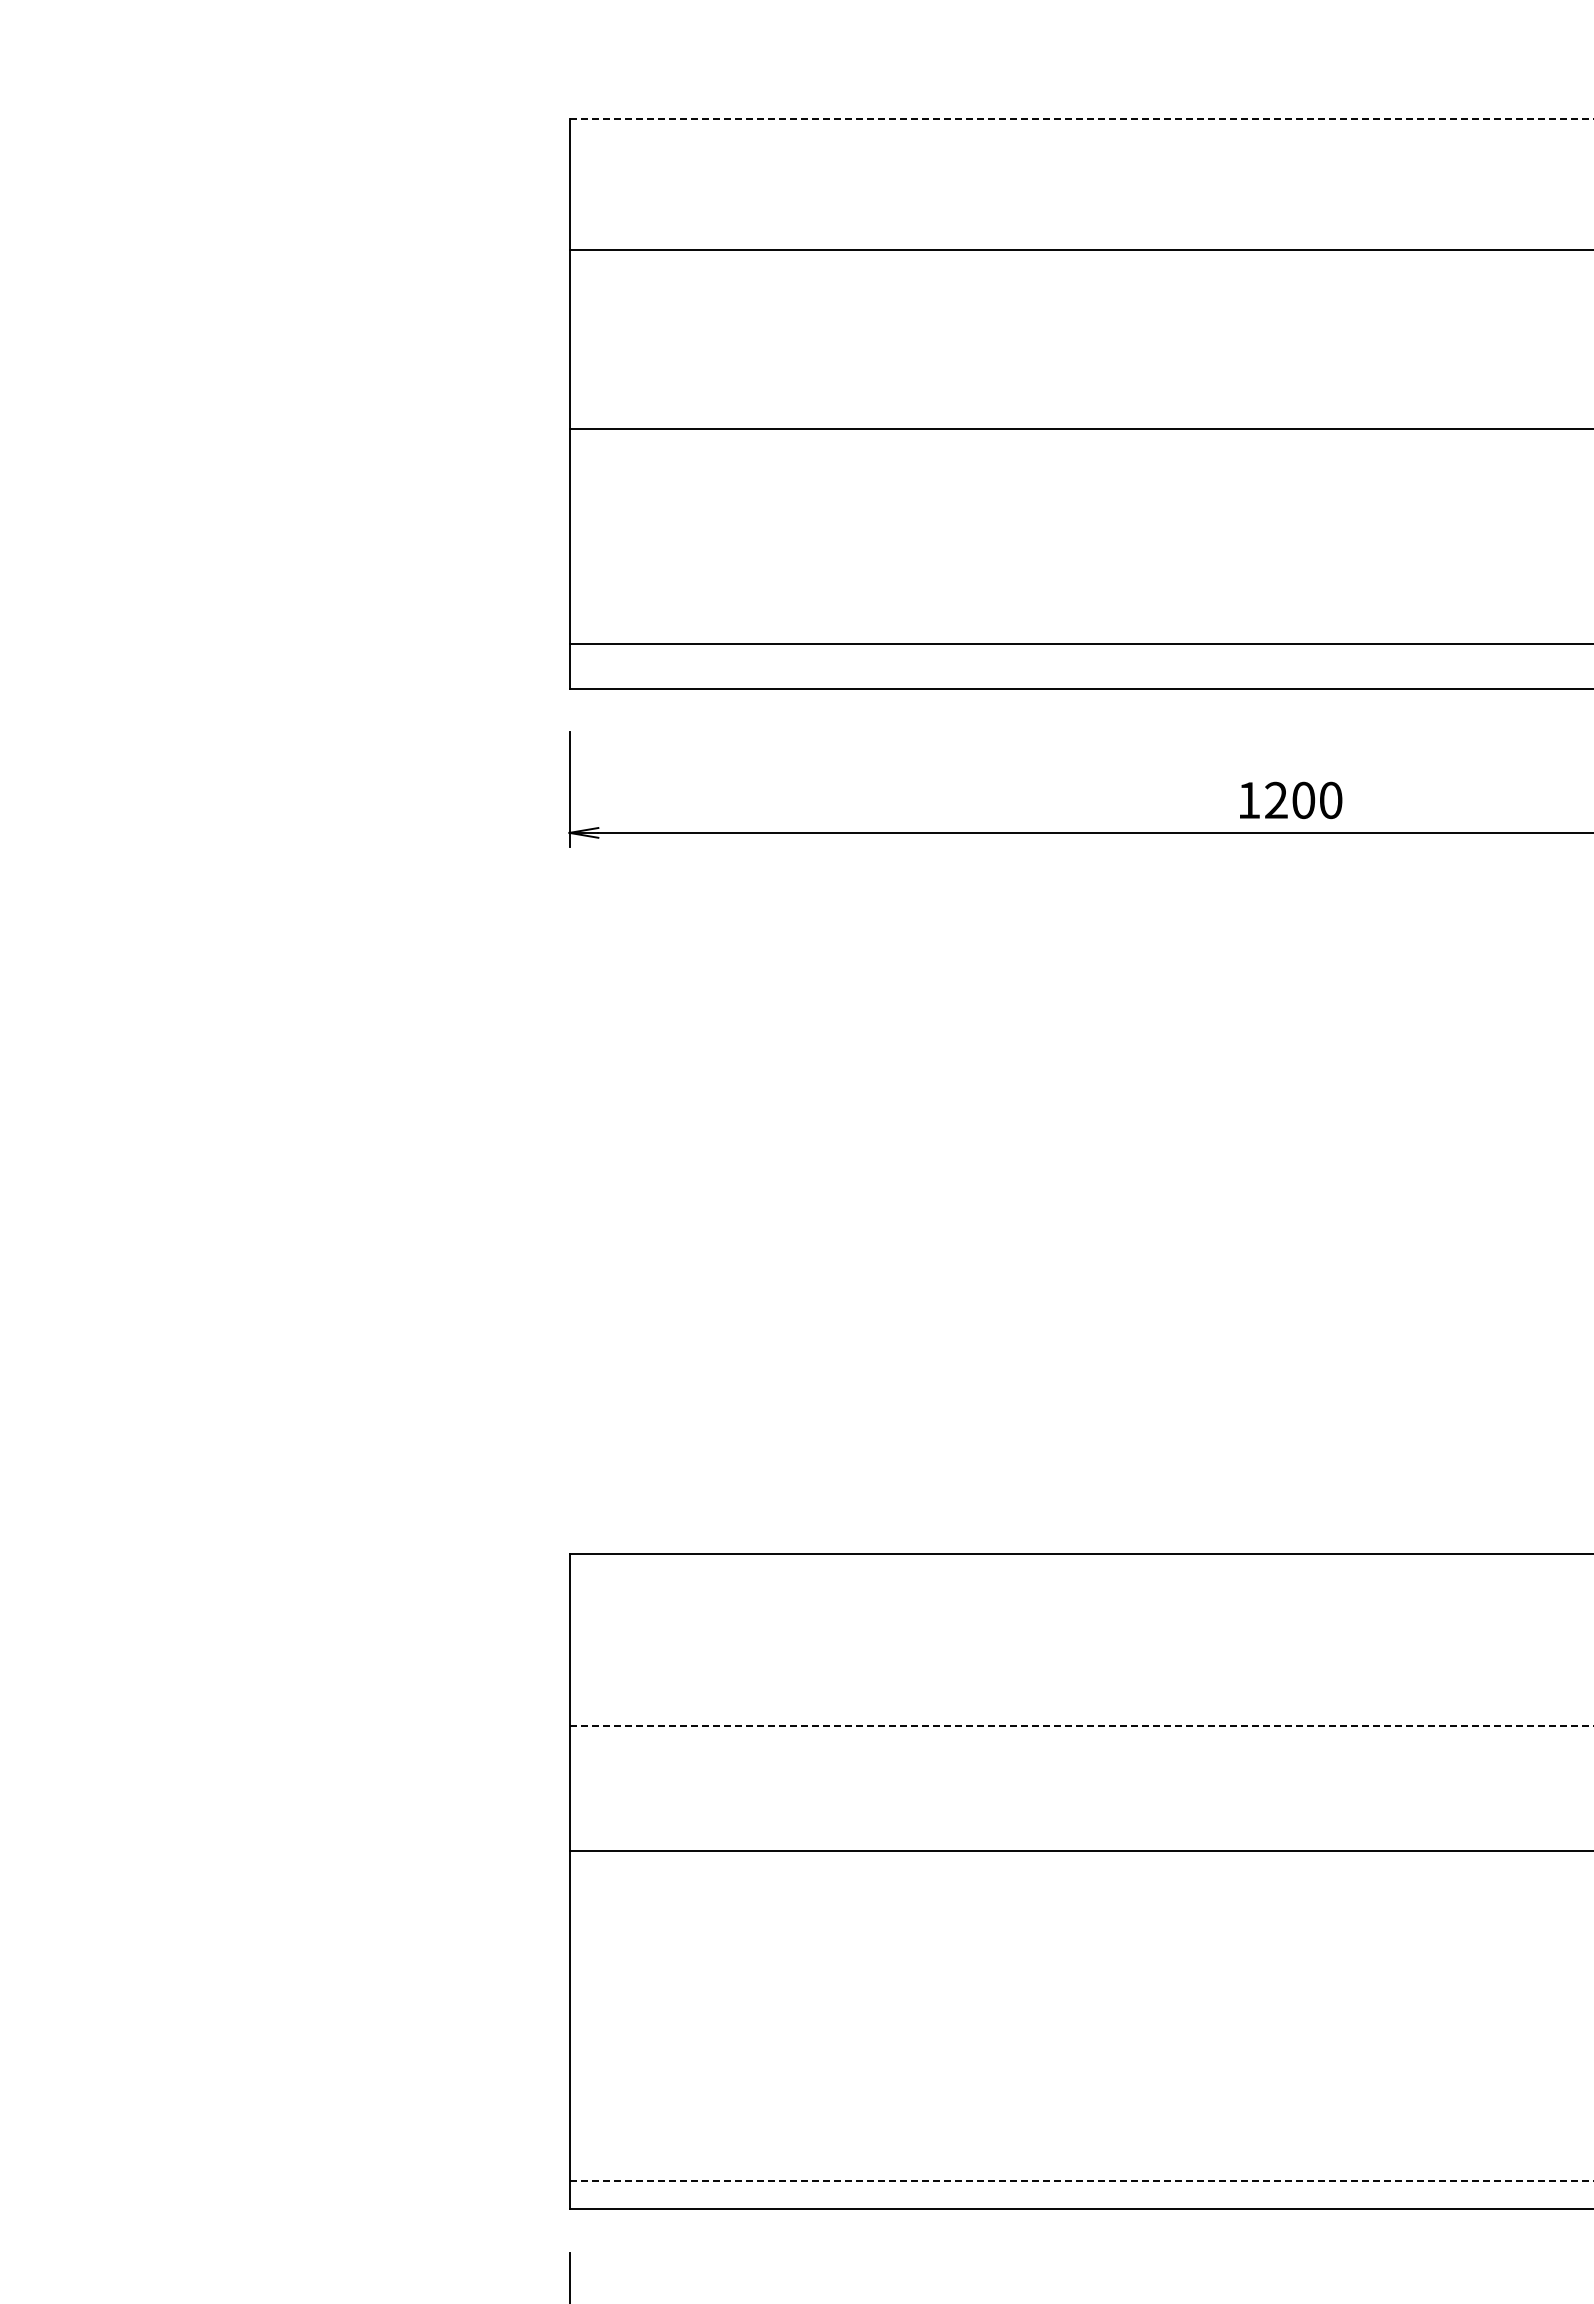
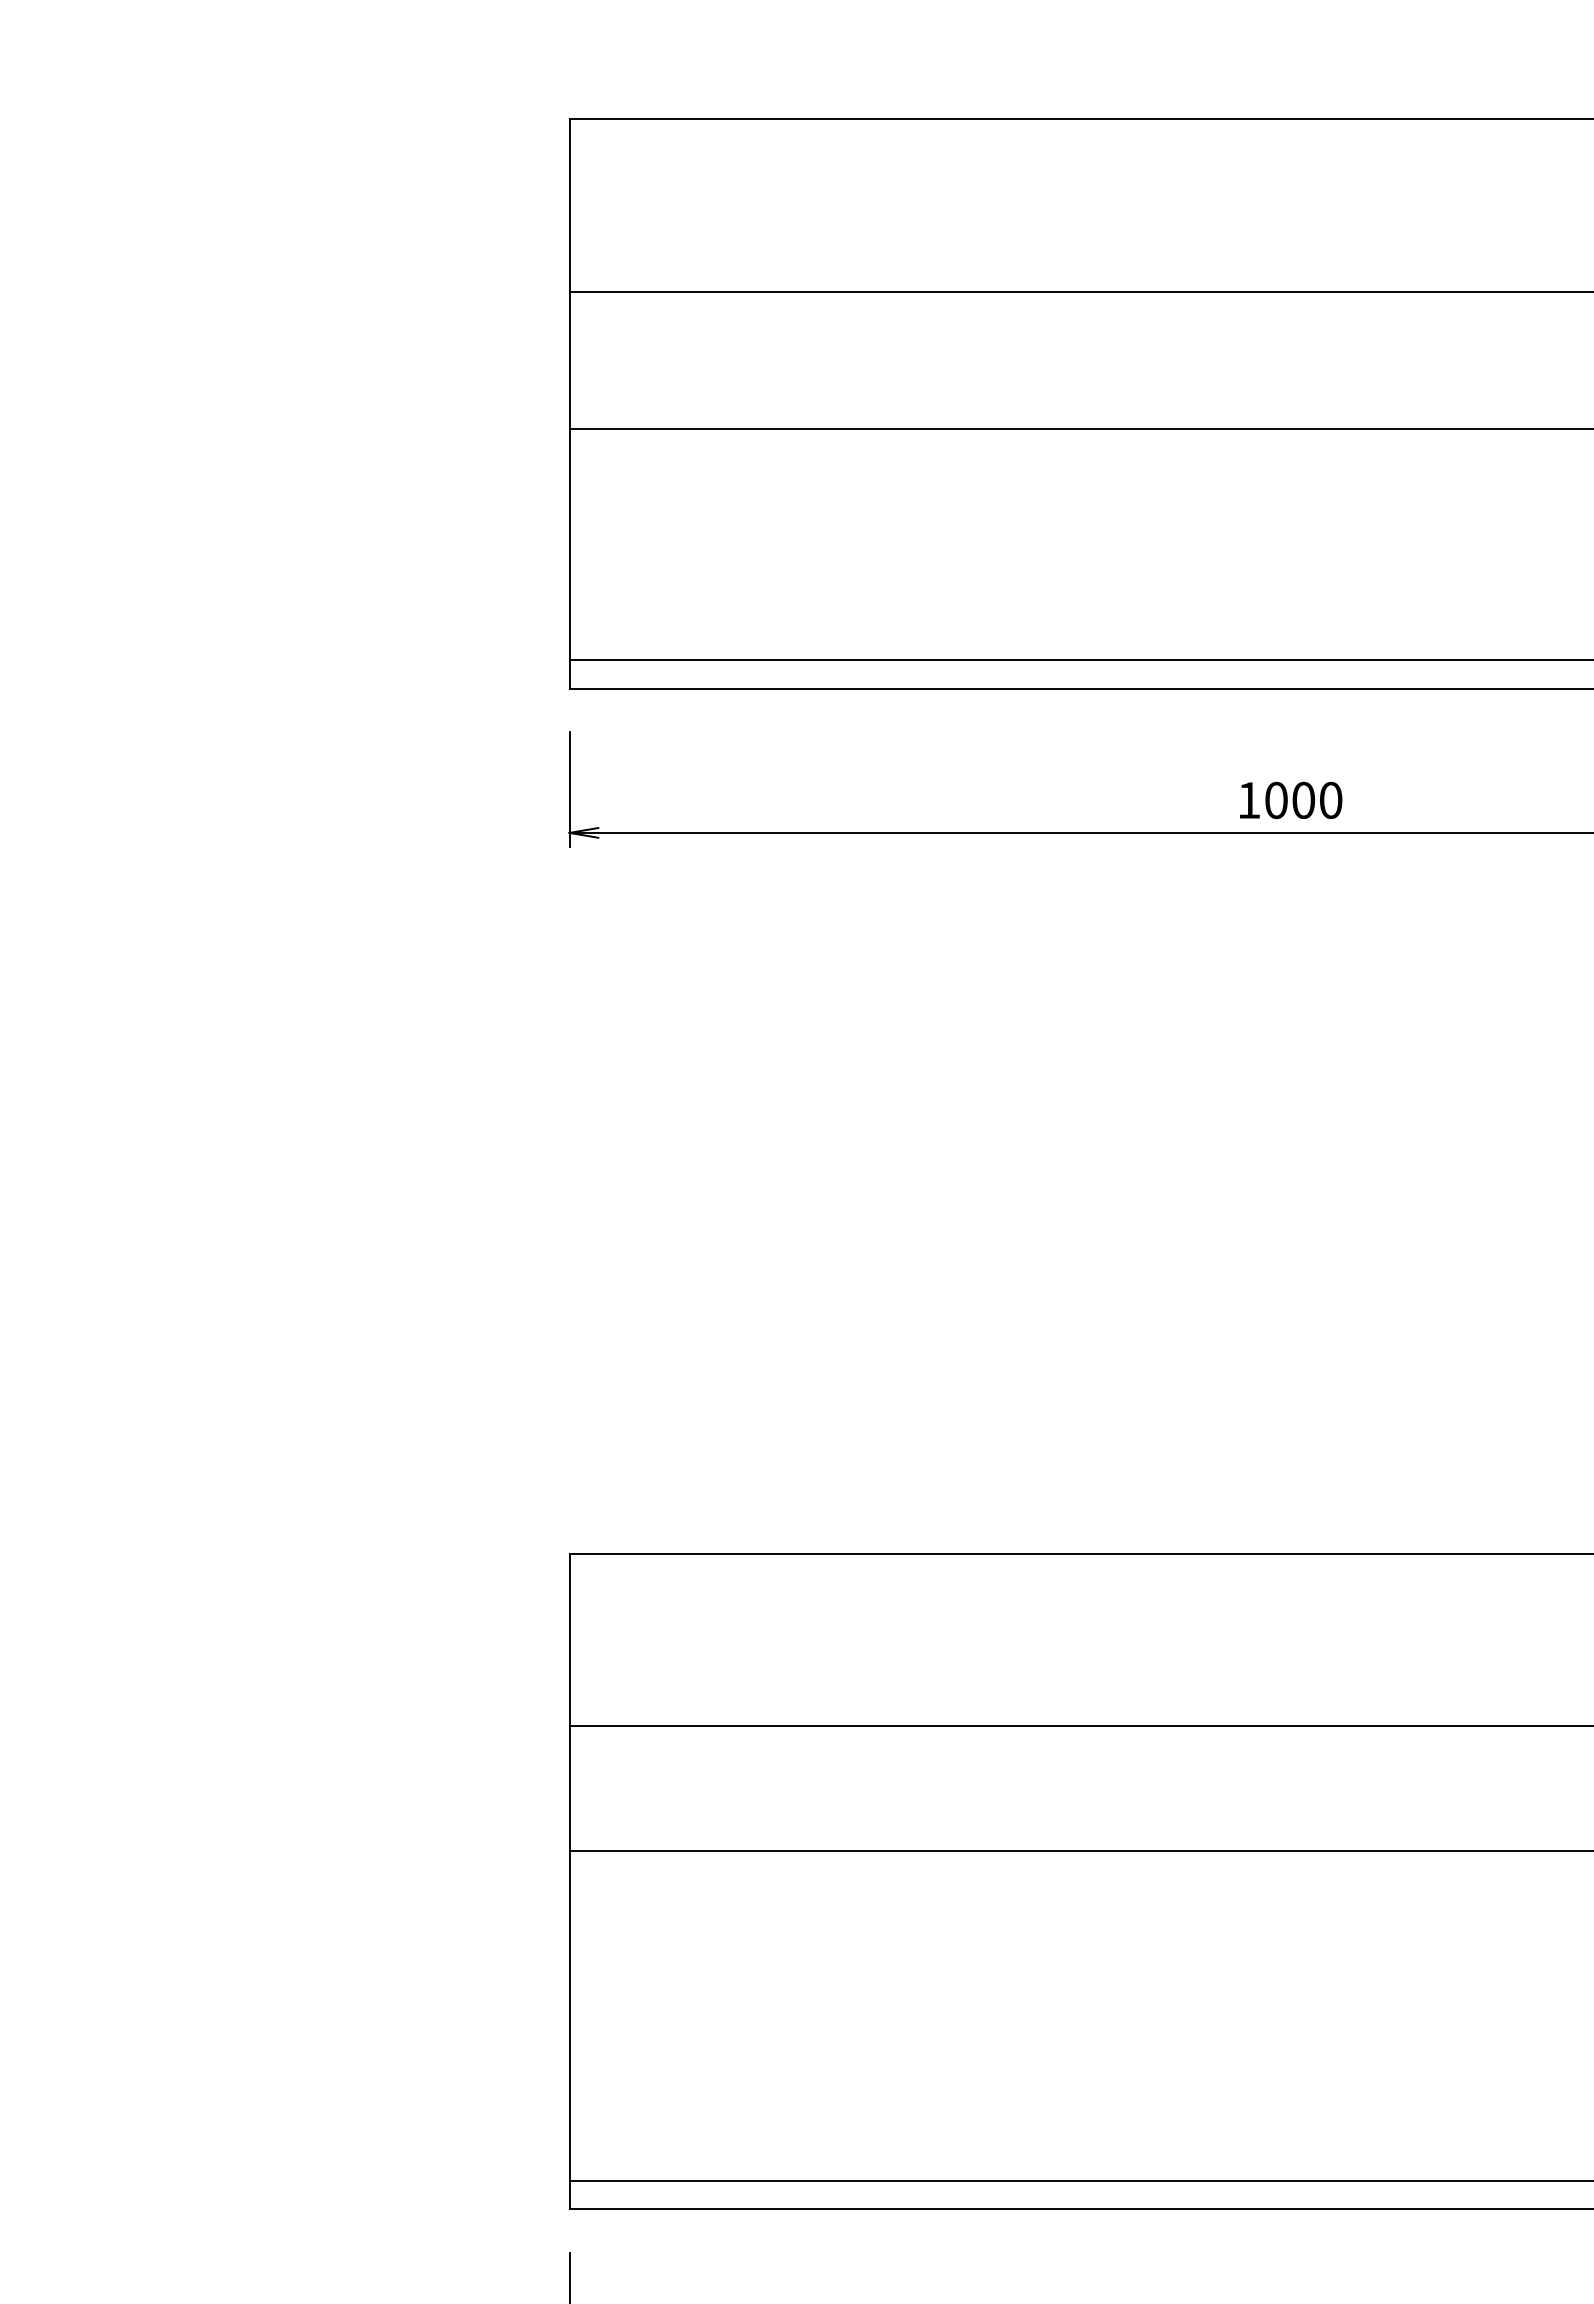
line at (1081, 119): dashed -> solid
line at (1079, 250) position: (1079, 250) -> (1079, 292)
line at (1079, 643) position: (1079, 643) -> (1079, 659)
text at (1276, 800): 1200 -> 1000
line at (1081, 1725): dashed -> solid
line at (1081, 2180): dashed -> solid
